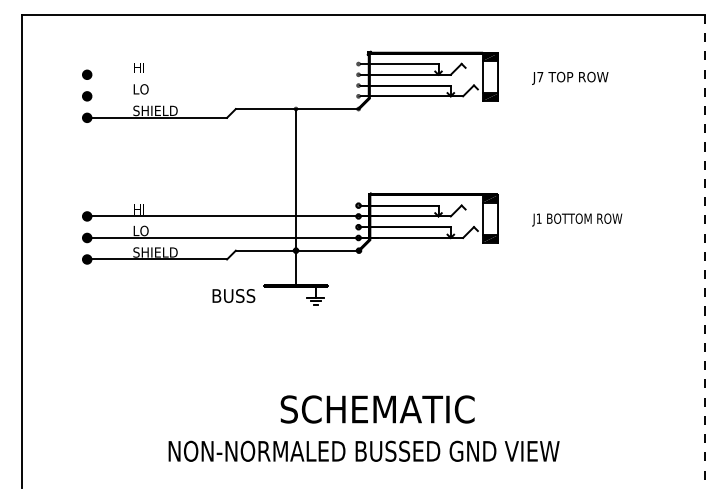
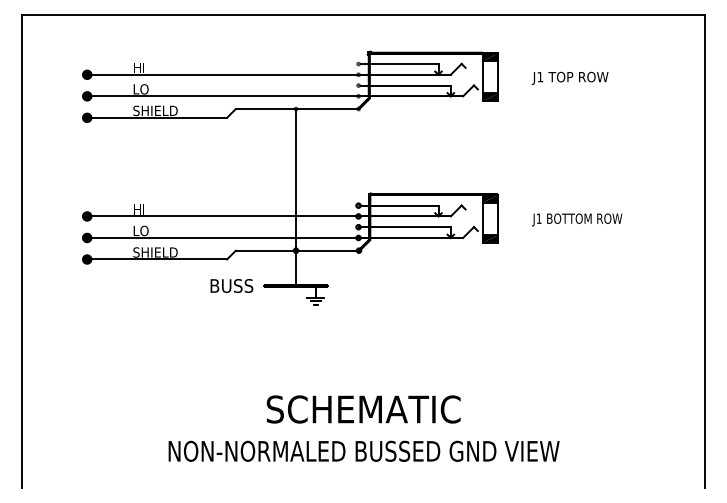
line at (224, 74): none -> present
text at (540, 77): J7 -> J1
line at (224, 96): none -> present
line at (705, 251): dashed -> solid
text at (233, 295) position: (233, 295) -> (231, 285)
text at (377, 409) position: (377, 409) -> (363, 409)
